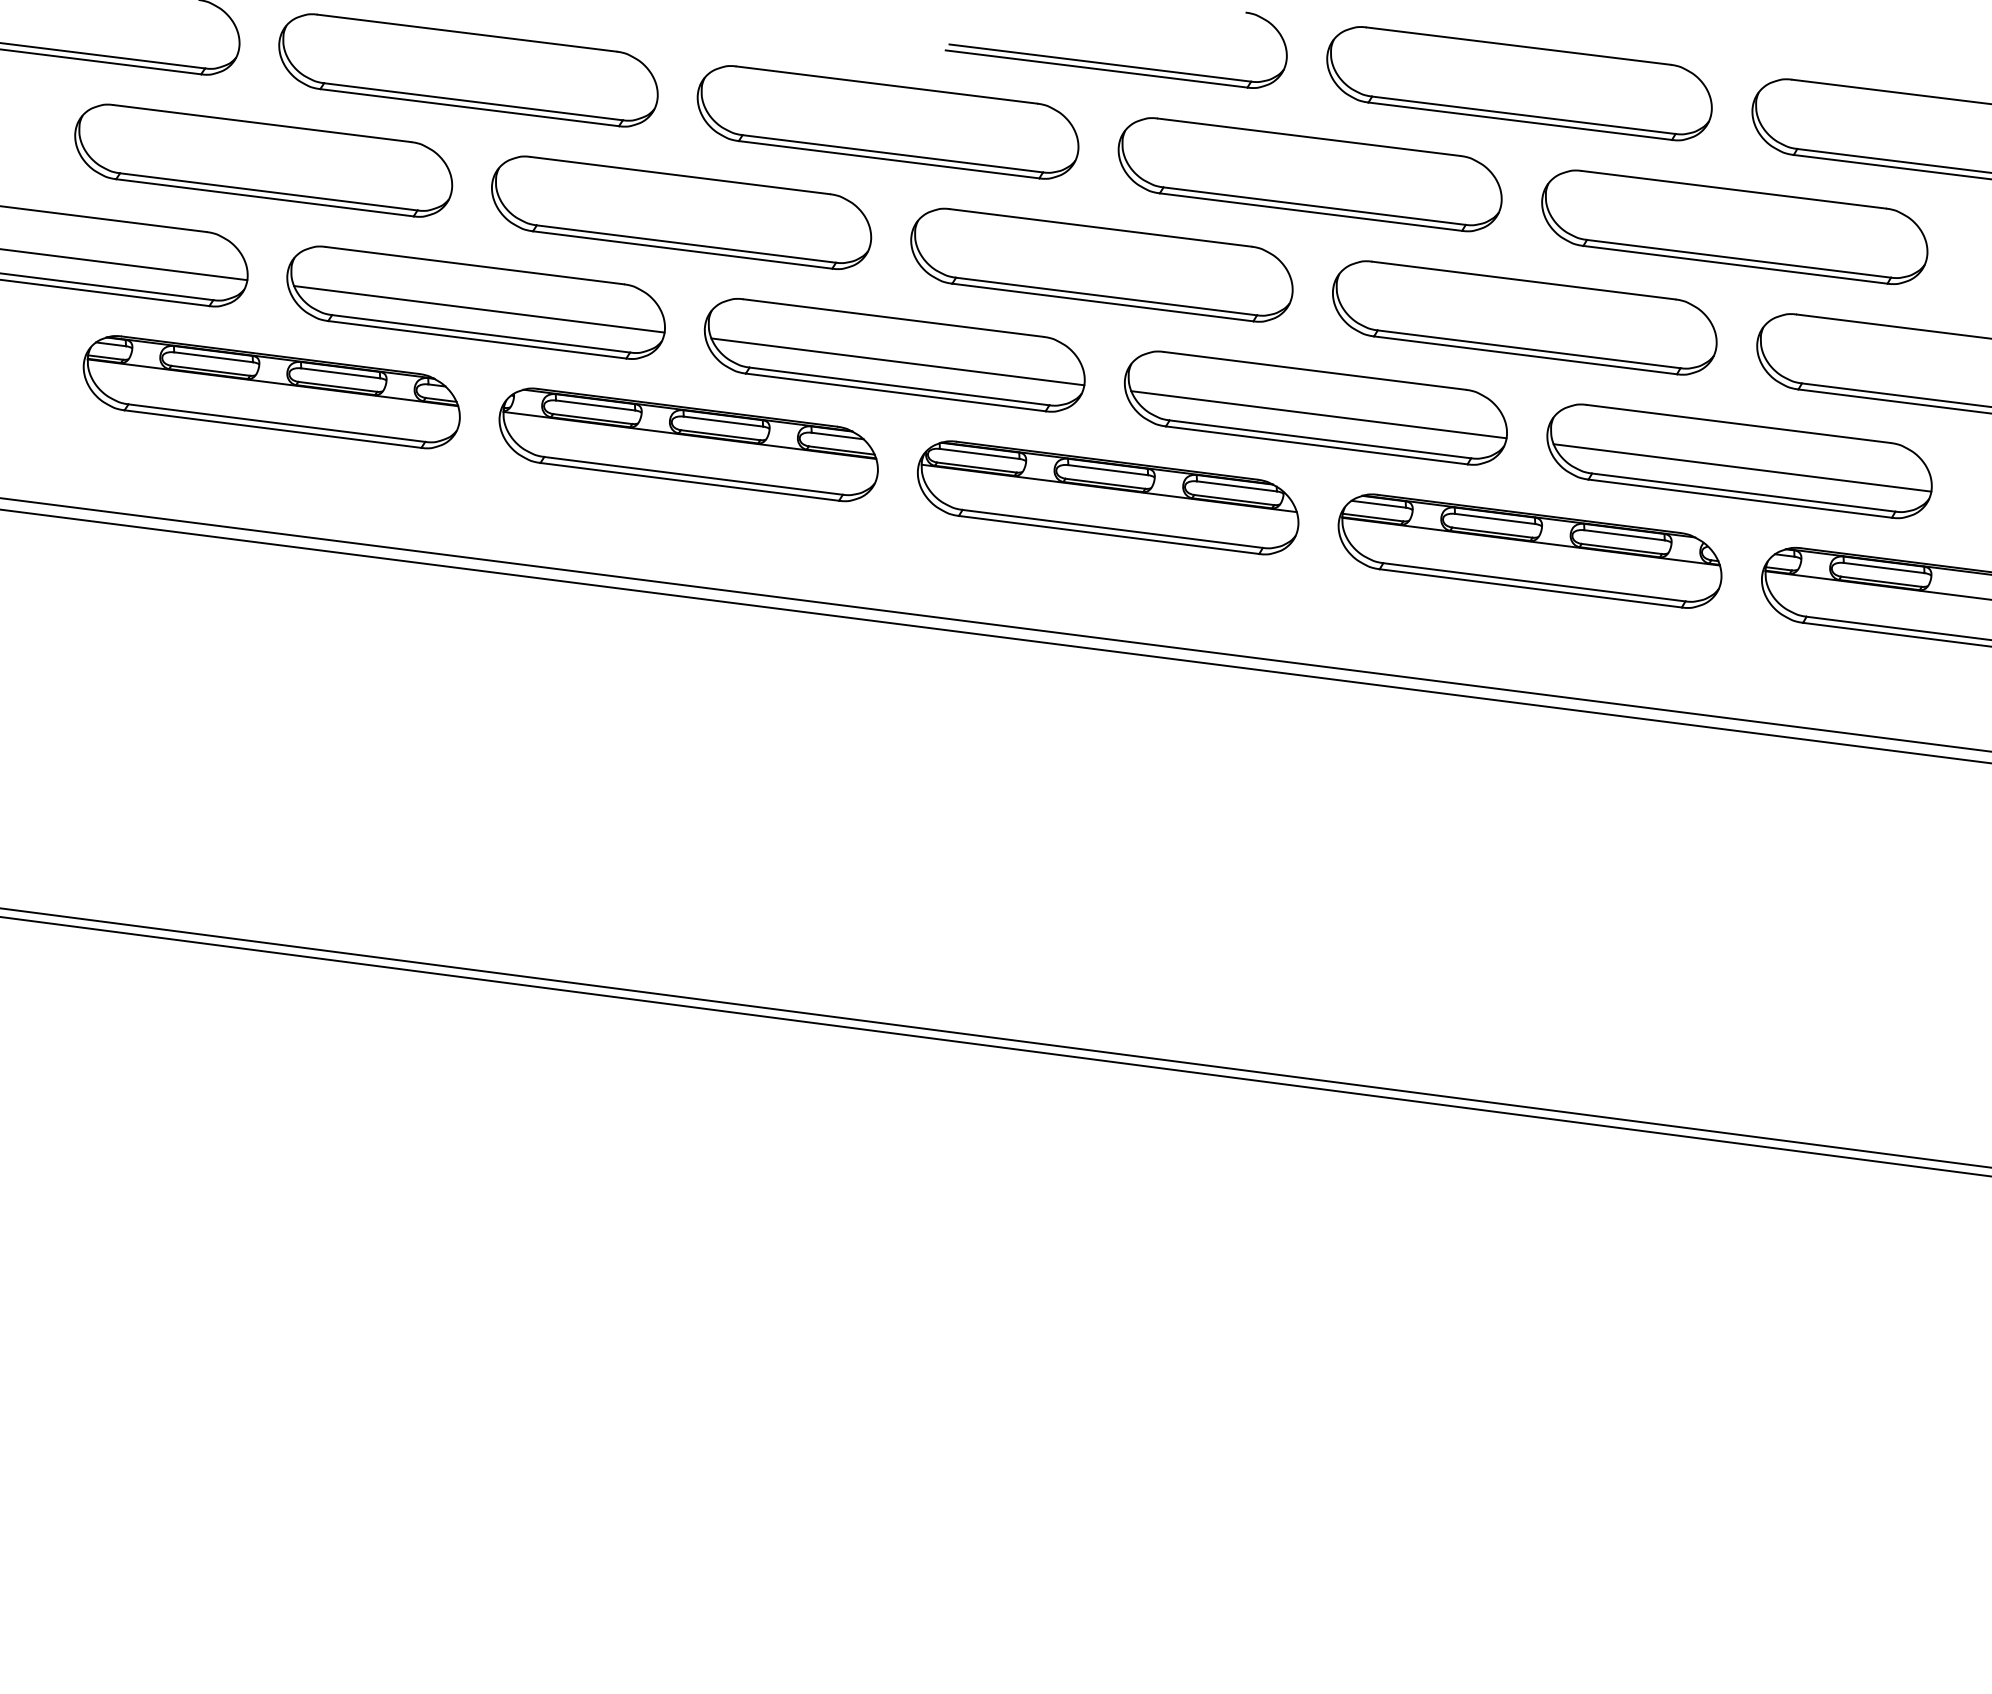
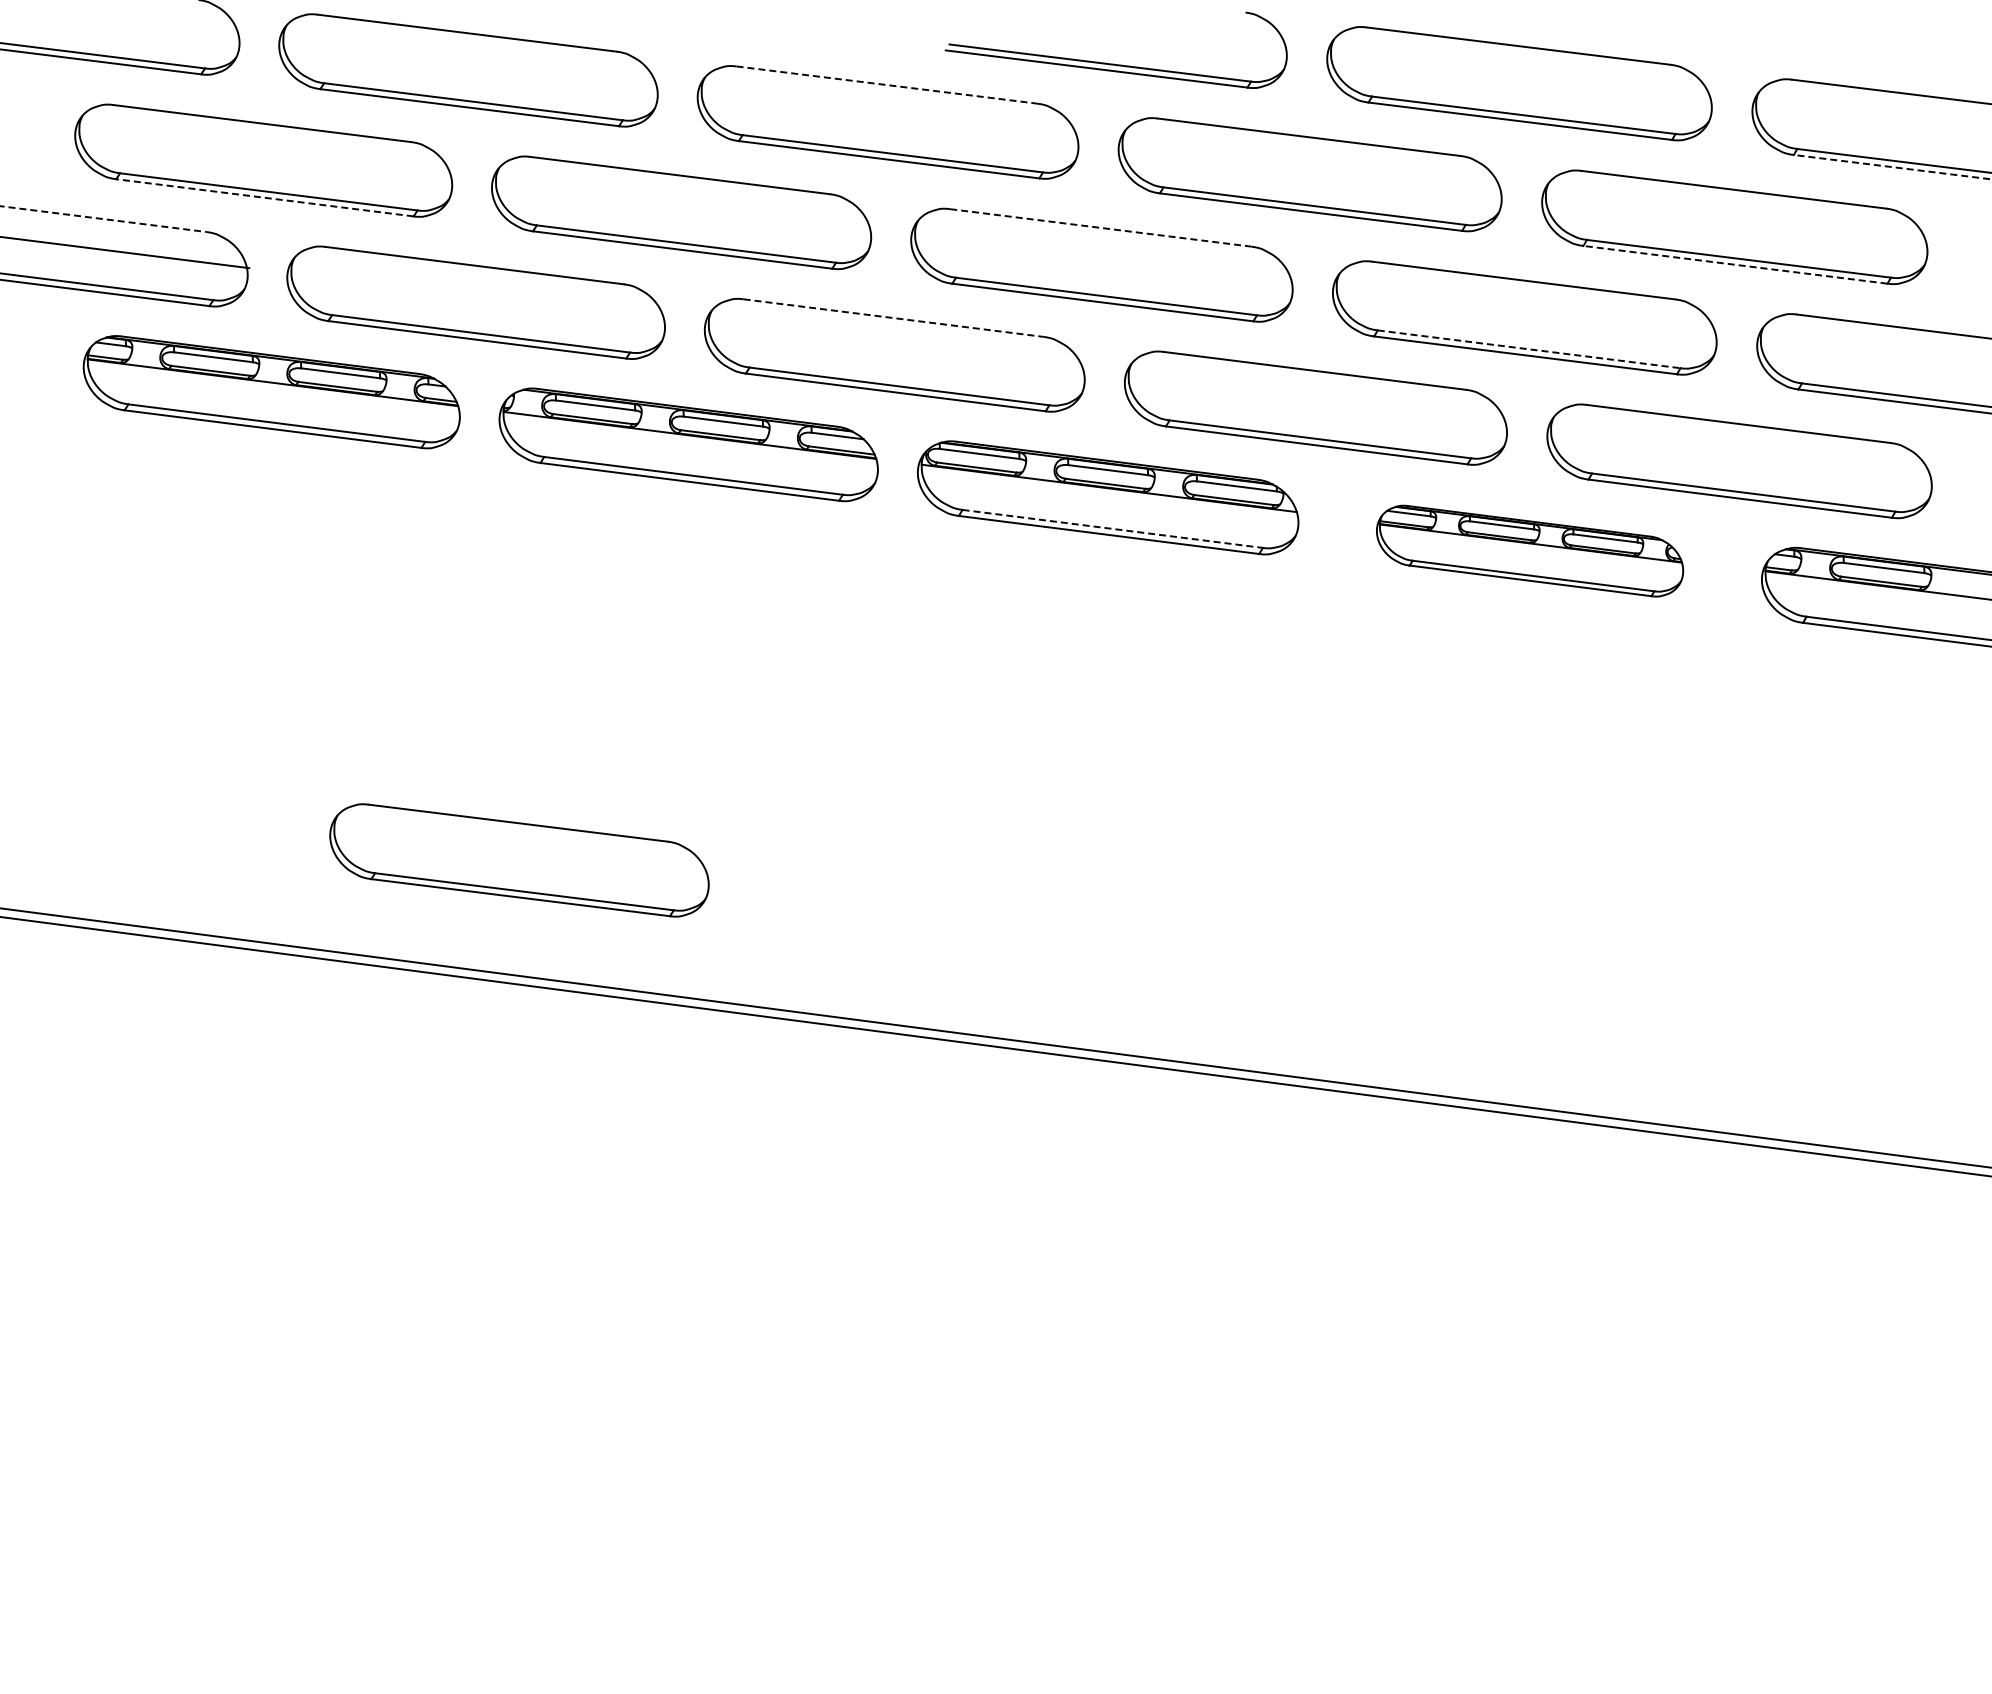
line at (887, 85): solid -> dashed
line at (1891, 167): solid -> dashed
line at (264, 197): solid -> dashed
line at (103, 219): solid -> dashed
line at (1100, 227): solid -> dashed
line at (124, 264) position: (124, 264) -> (125, 252)
line at (1734, 264): solid -> dashed
line at (479, 309): present -> none
line at (894, 318): solid -> dashed
line at (1529, 349): solid -> dashed
line at (897, 361): present -> none
line at (1318, 414): present -> none
line at (1742, 467): present -> none
line at (1113, 528): solid -> dashed
part at (1529, 550) size: 386x116 px -> 309x94 px
line at (995, 624): present -> none
line at (995, 636): present -> none
part at (519, 860): none -> present
